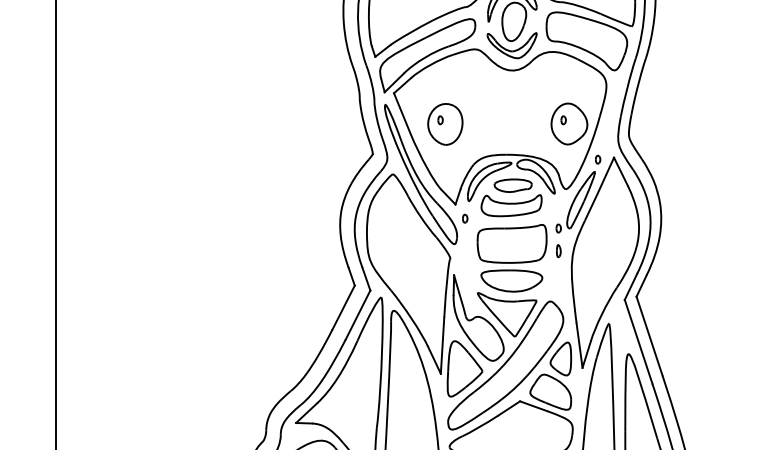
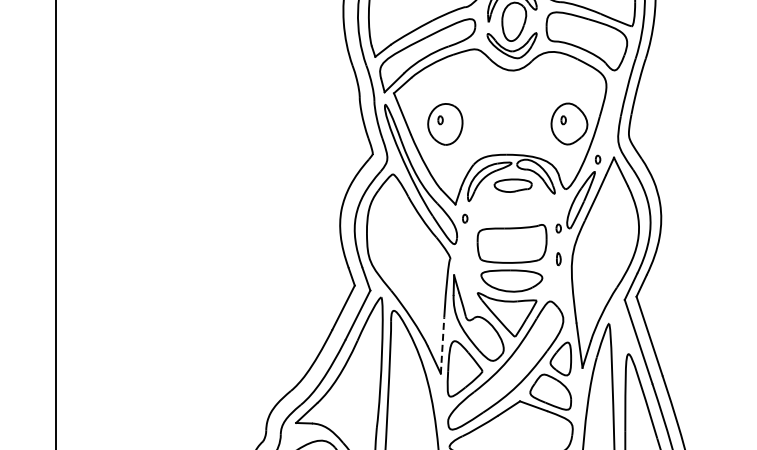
part at (511, 205): present -> none
part at (558, 251) position: (558, 251) -> (558, 259)
line at (442, 345): solid -> dashed
